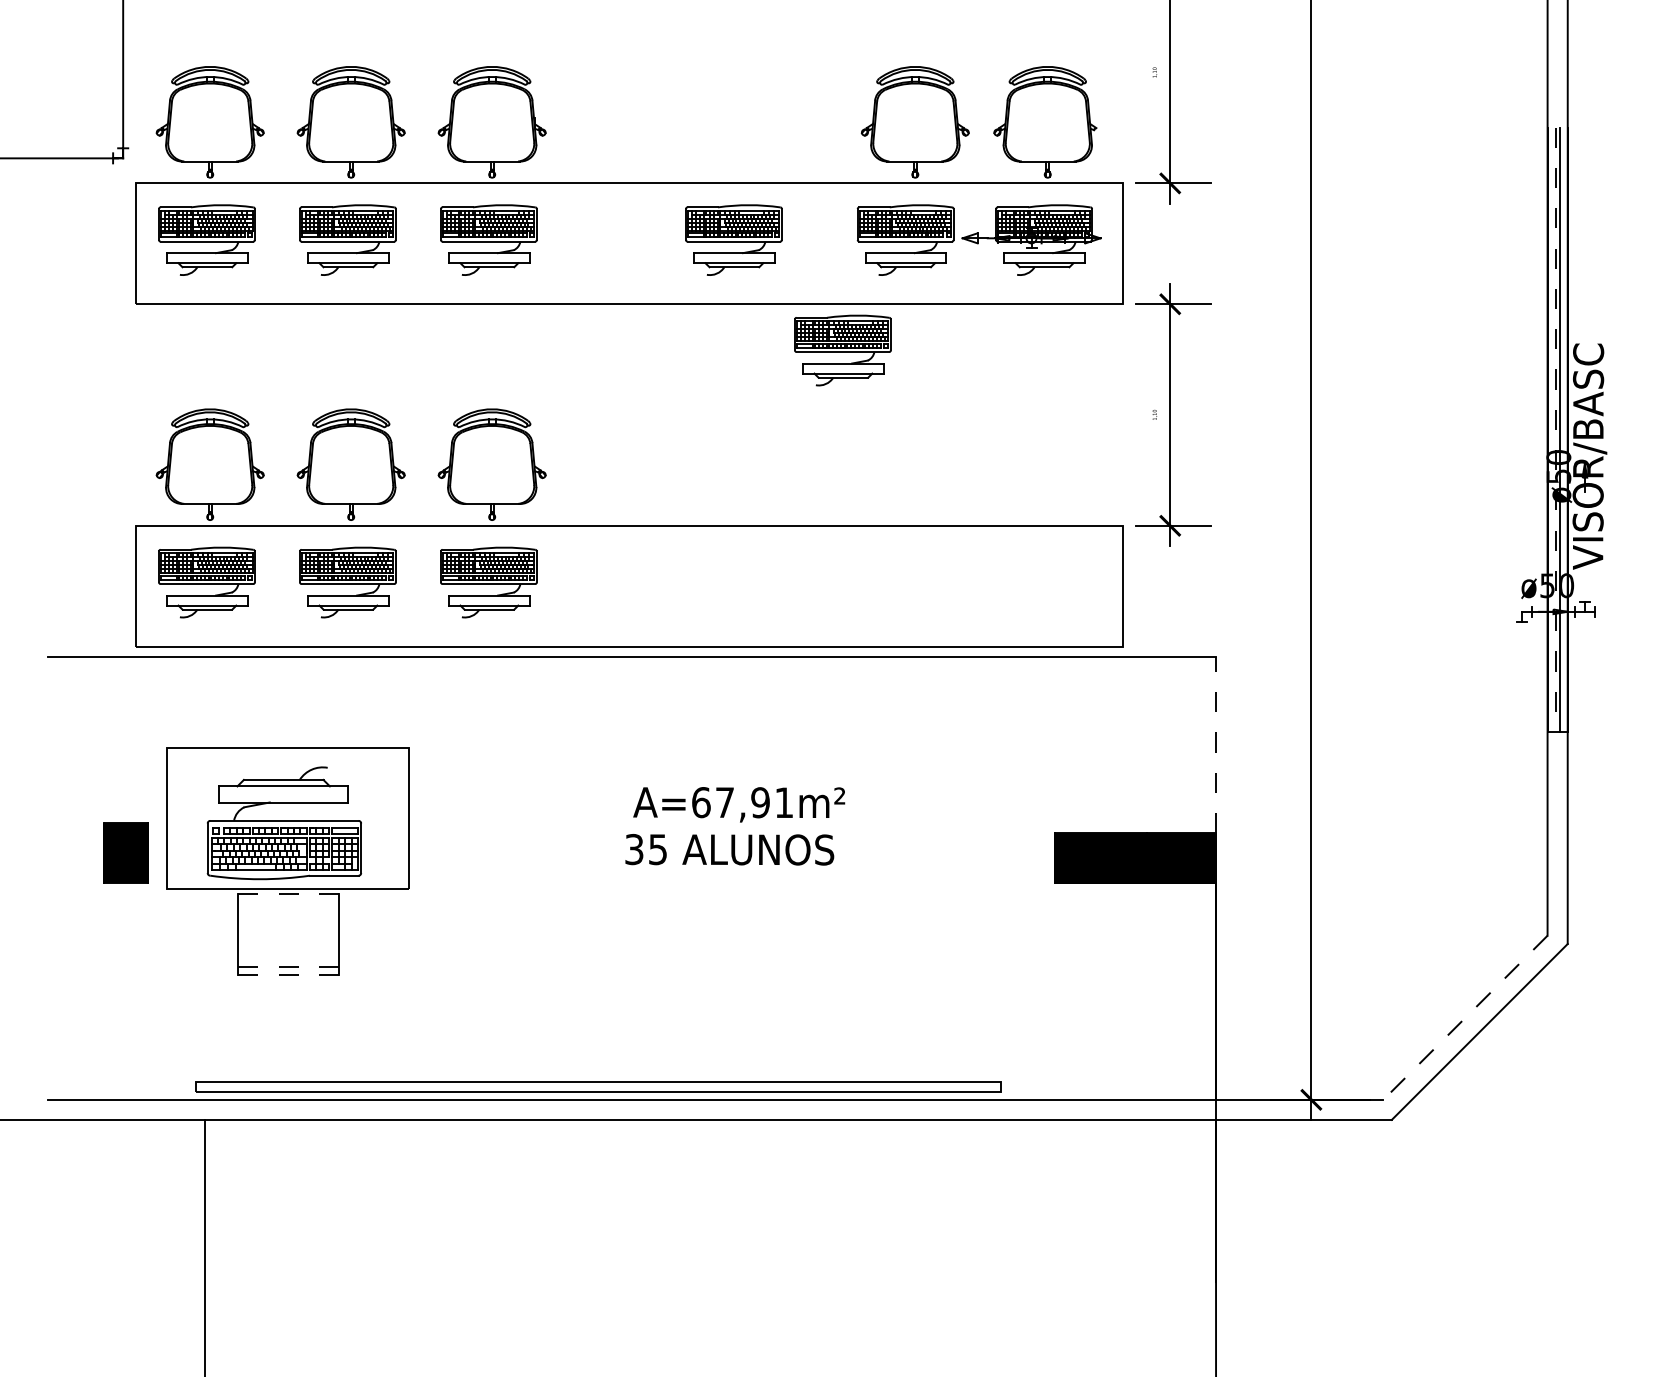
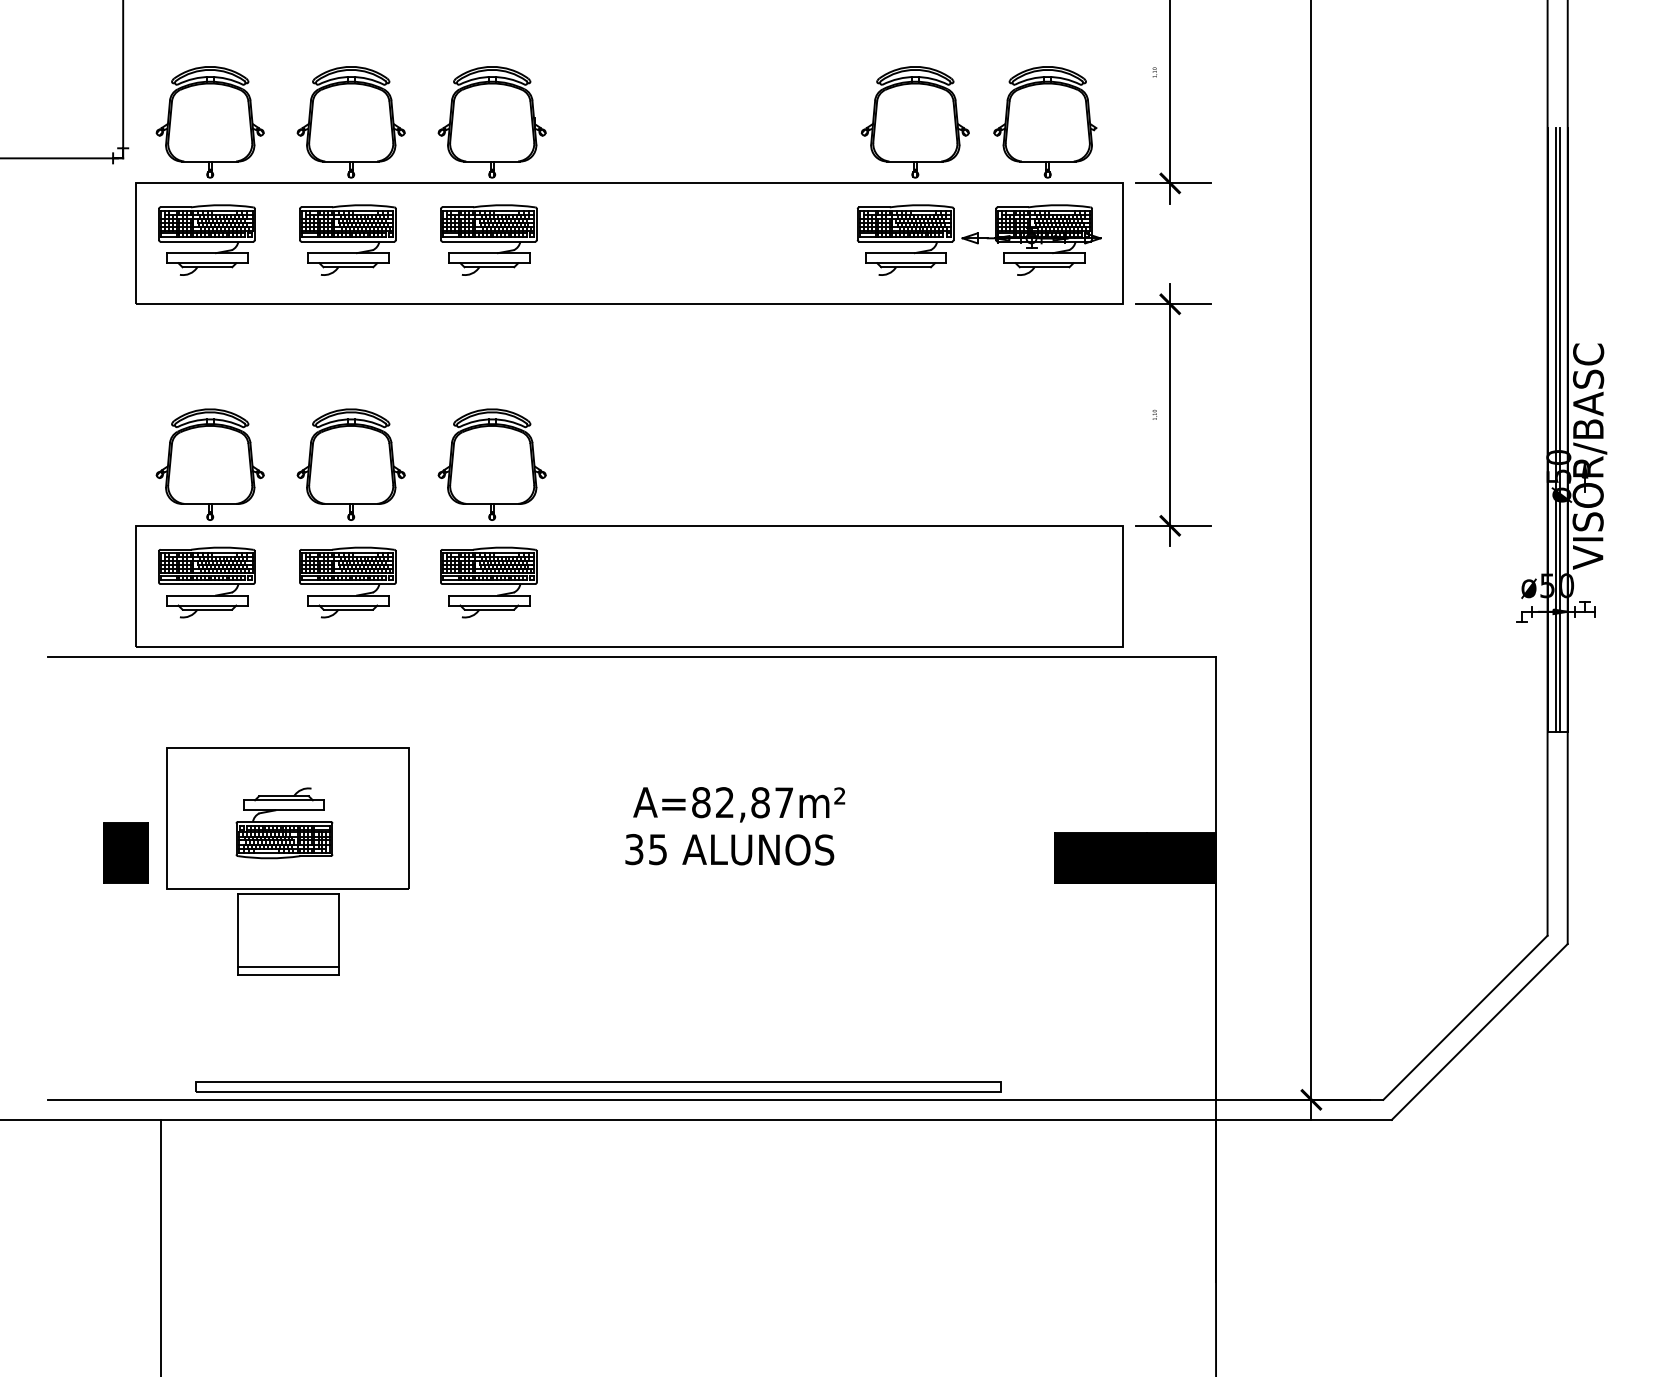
part at (733, 239): present -> none
part at (842, 350): present -> none
line at (1555, 430): dashed -> solid
line at (1215, 744): dashed -> solid
text at (742, 802): A=67,91m² -> A=82,87m²
part at (283, 823) size: 156x115 px -> 99x73 px
line at (289, 894): dashed -> solid
line at (289, 967): dashed -> solid
line at (289, 974): dashed -> solid
line at (1465, 1018): dashed -> solid
line at (204, 1246) position: (204, 1246) -> (160, 1246)
